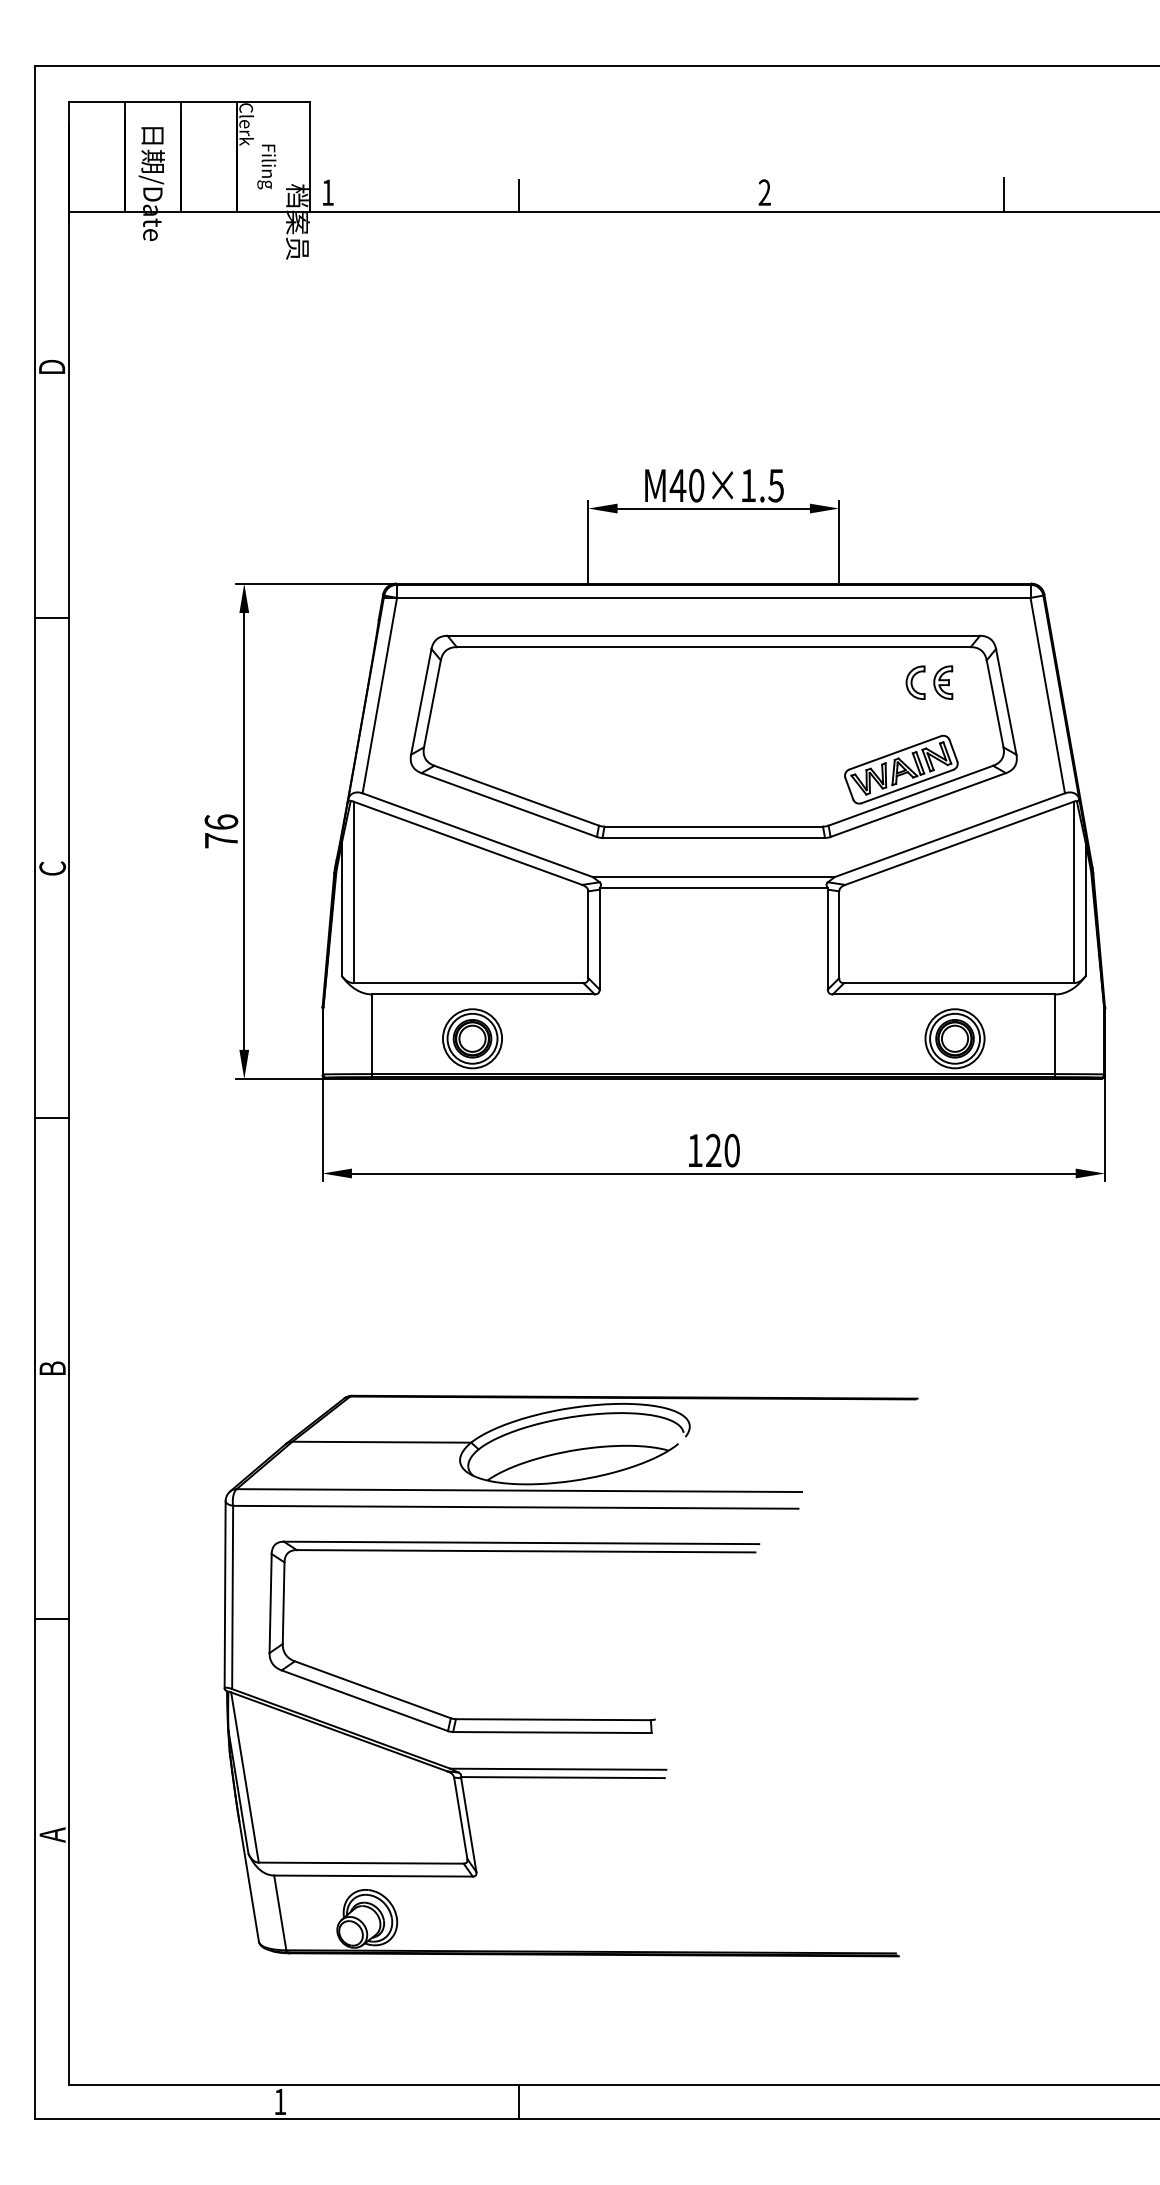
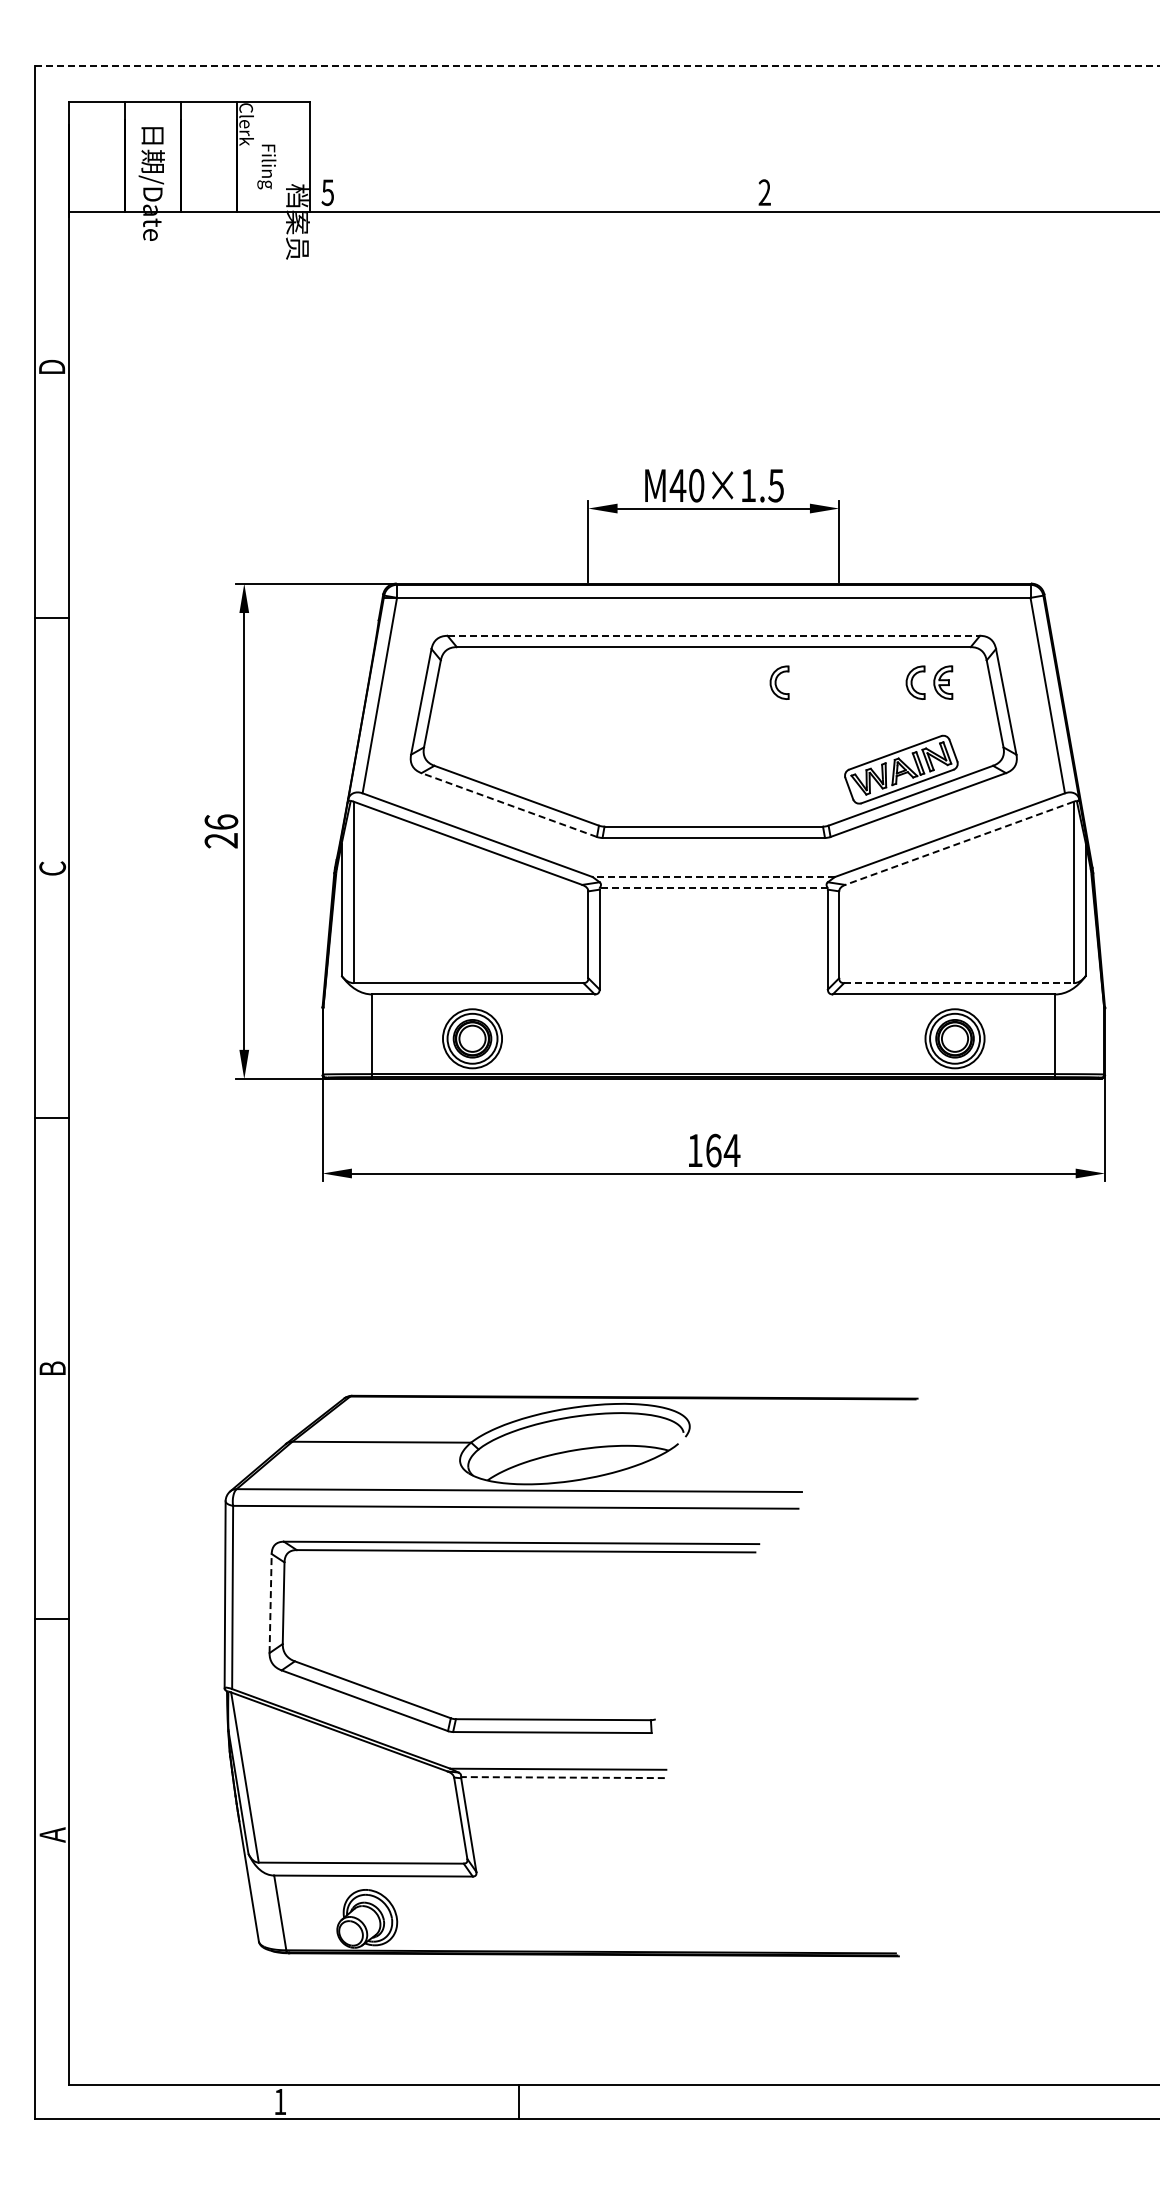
line at (597, 65): solid -> dashed
text at (327, 192): 1 -> 5
line at (1003, 195): present -> none
line at (519, 196): present -> none
line at (714, 635): solid -> dashed
part at (779, 682): none -> present
line at (508, 804): solid -> dashed
text at (220, 840): 76 -> 26
line at (959, 843): solid -> dashed
line at (713, 877): solid -> dashed
line at (713, 888): solid -> dashed
line at (958, 983): solid -> dashed
text at (723, 1150): 120 -> 164
line at (270, 1603): solid -> dashed
line at (562, 1777): solid -> dashed
